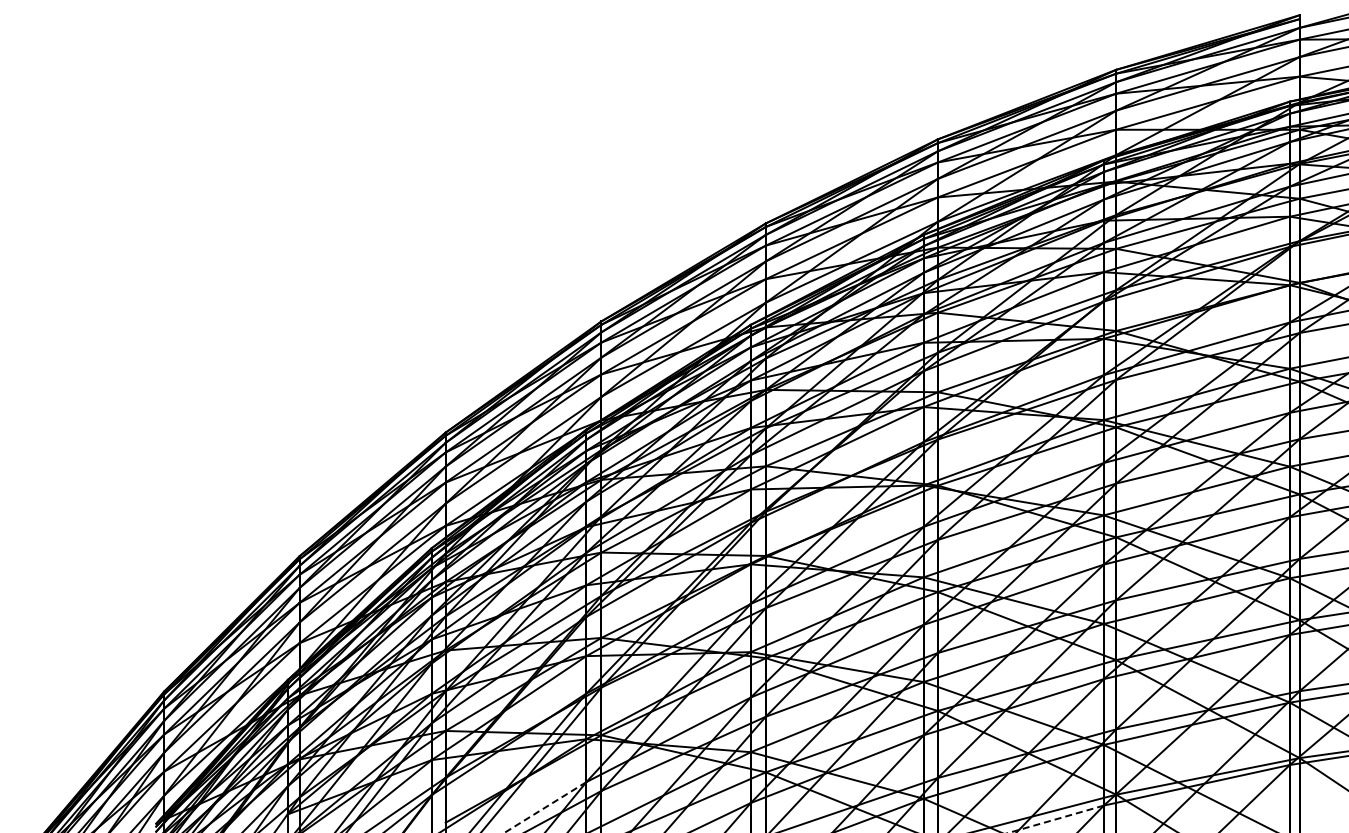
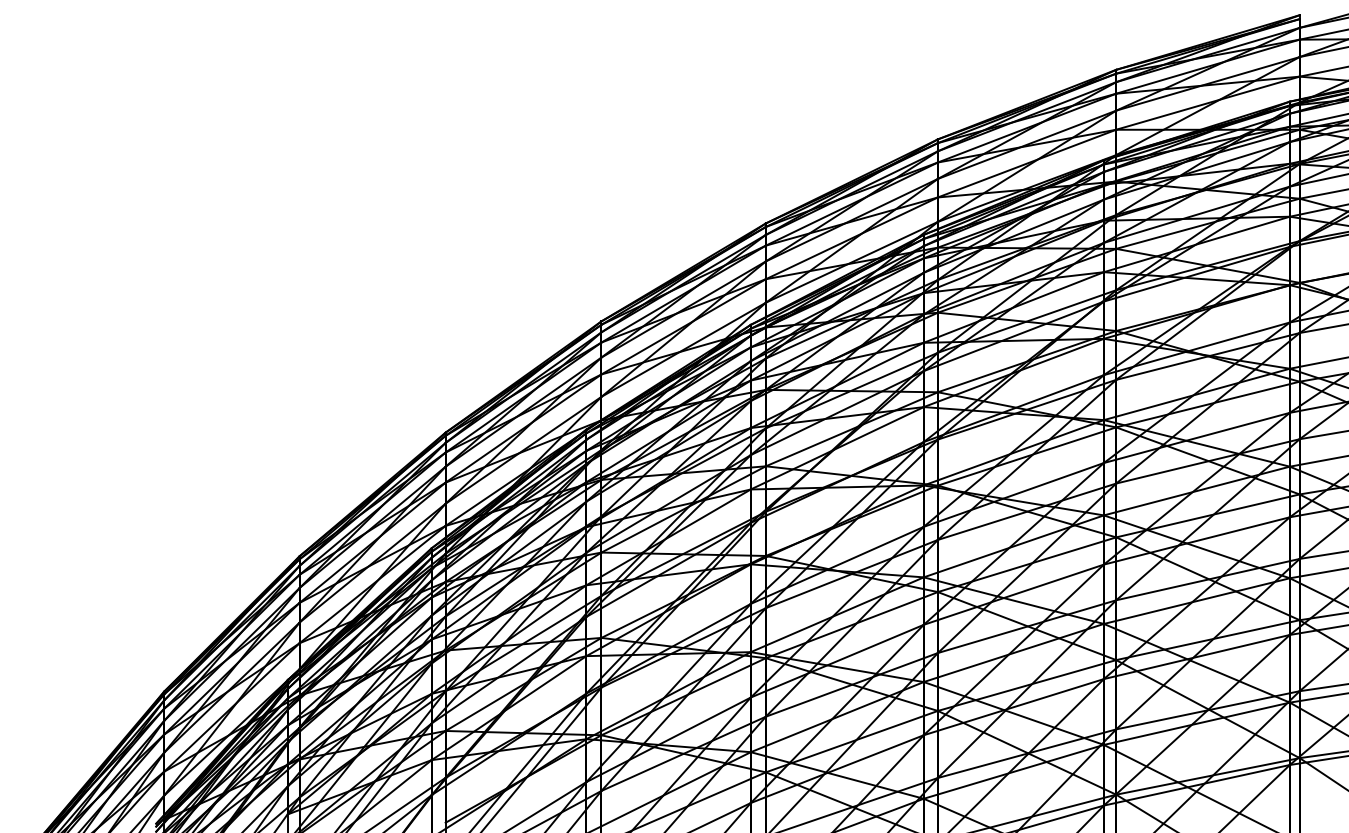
line at (545, 807): dashed -> solid
line at (1056, 819): dashed -> solid
